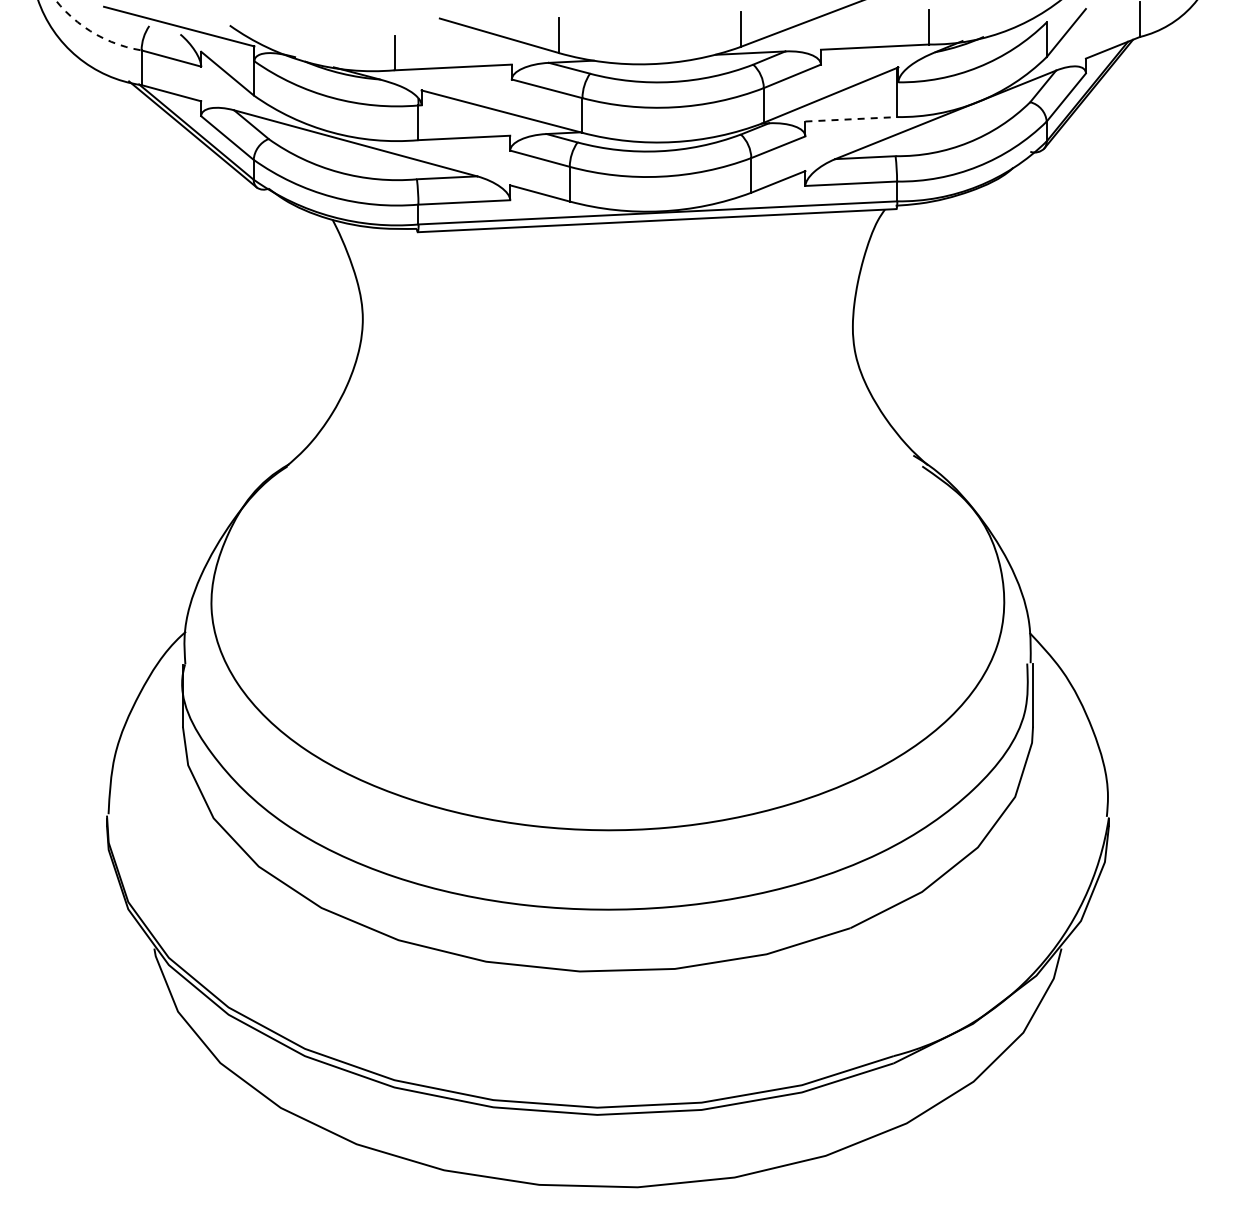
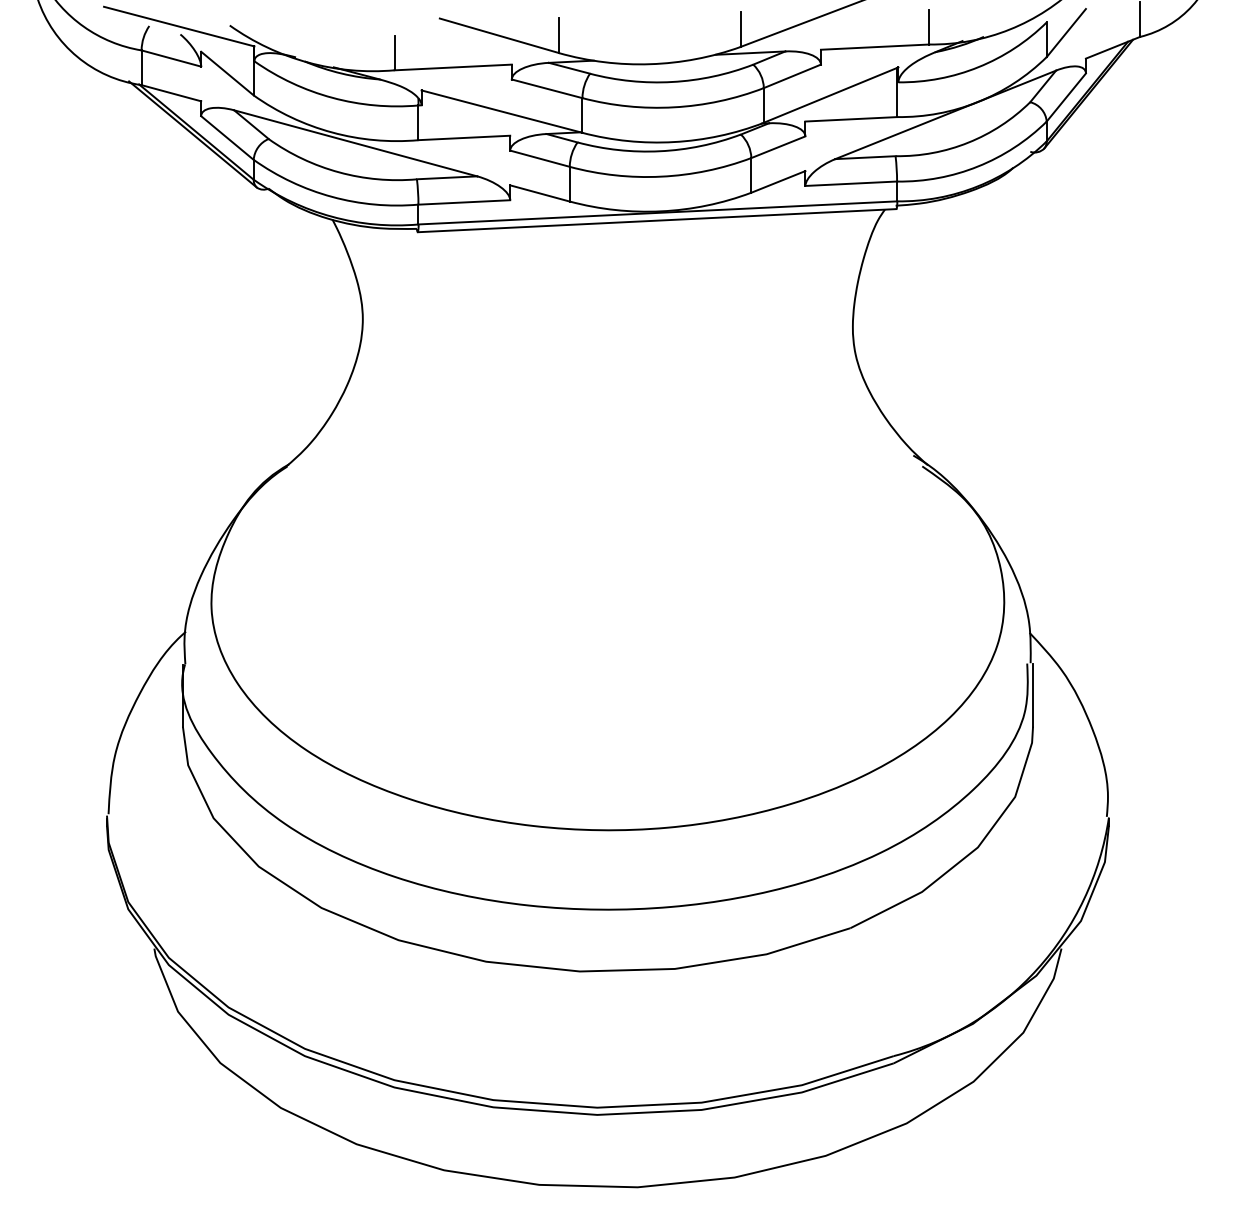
arc at (94, 33): dashed -> solid
line at (851, 119): dashed -> solid
